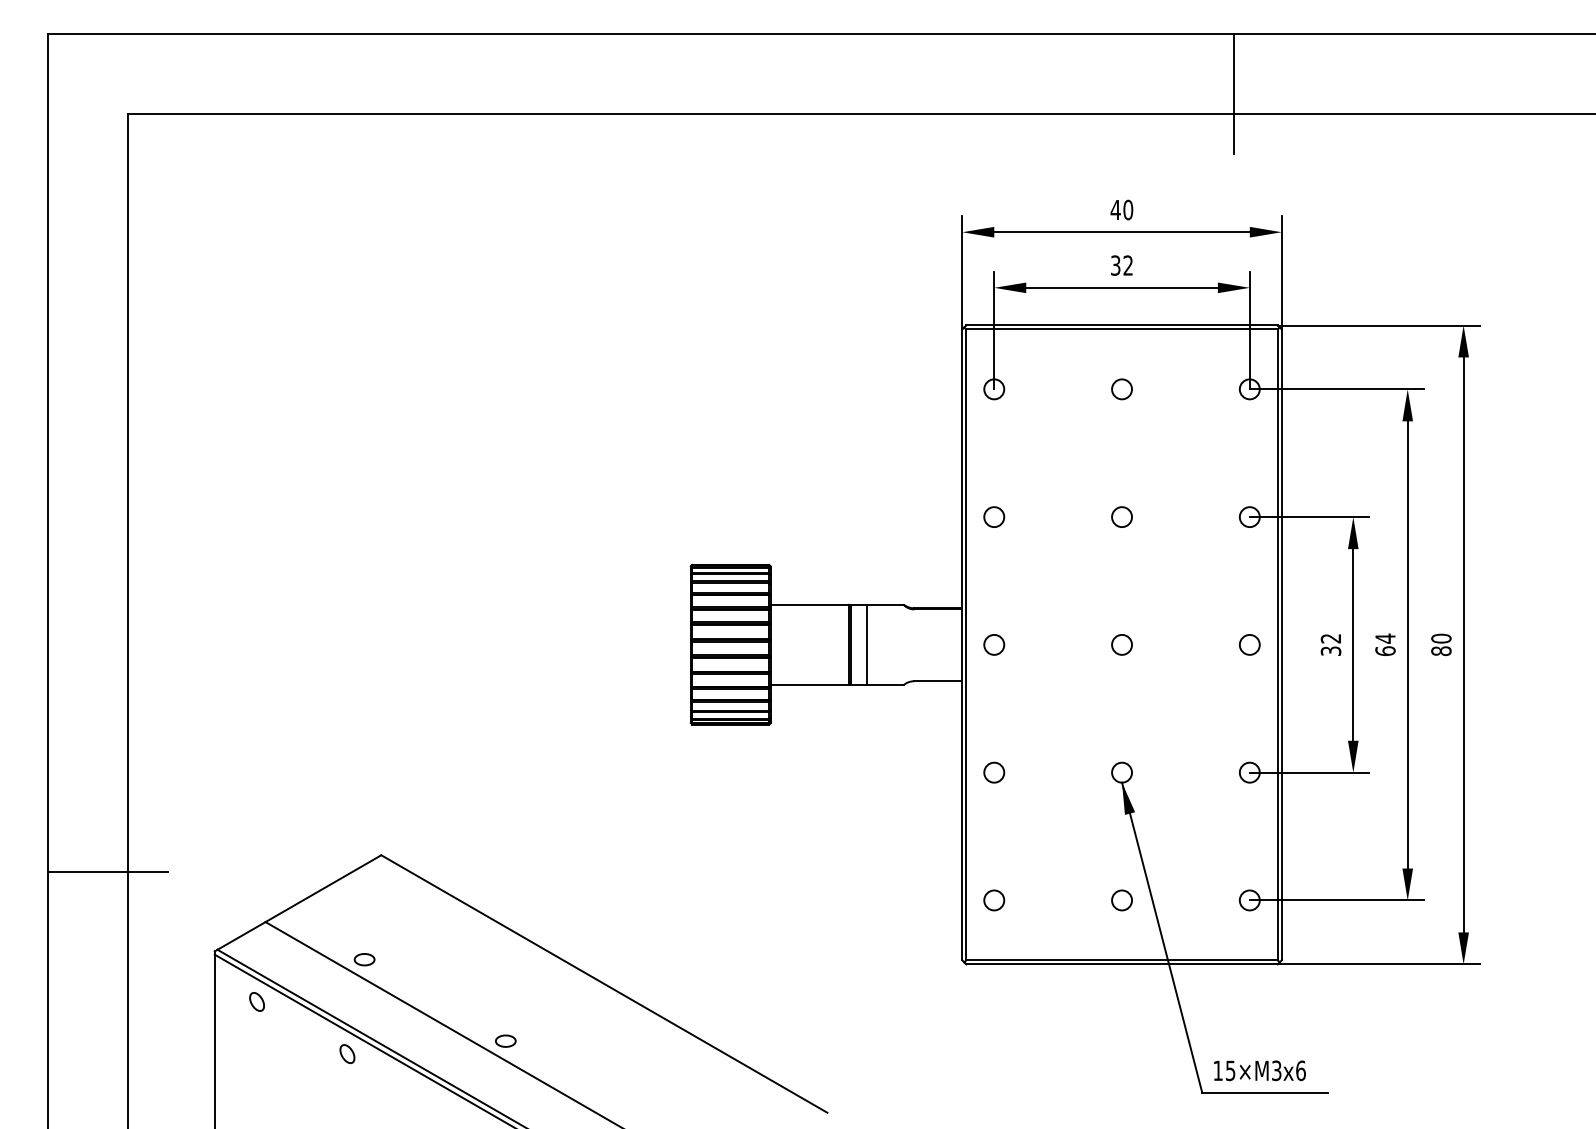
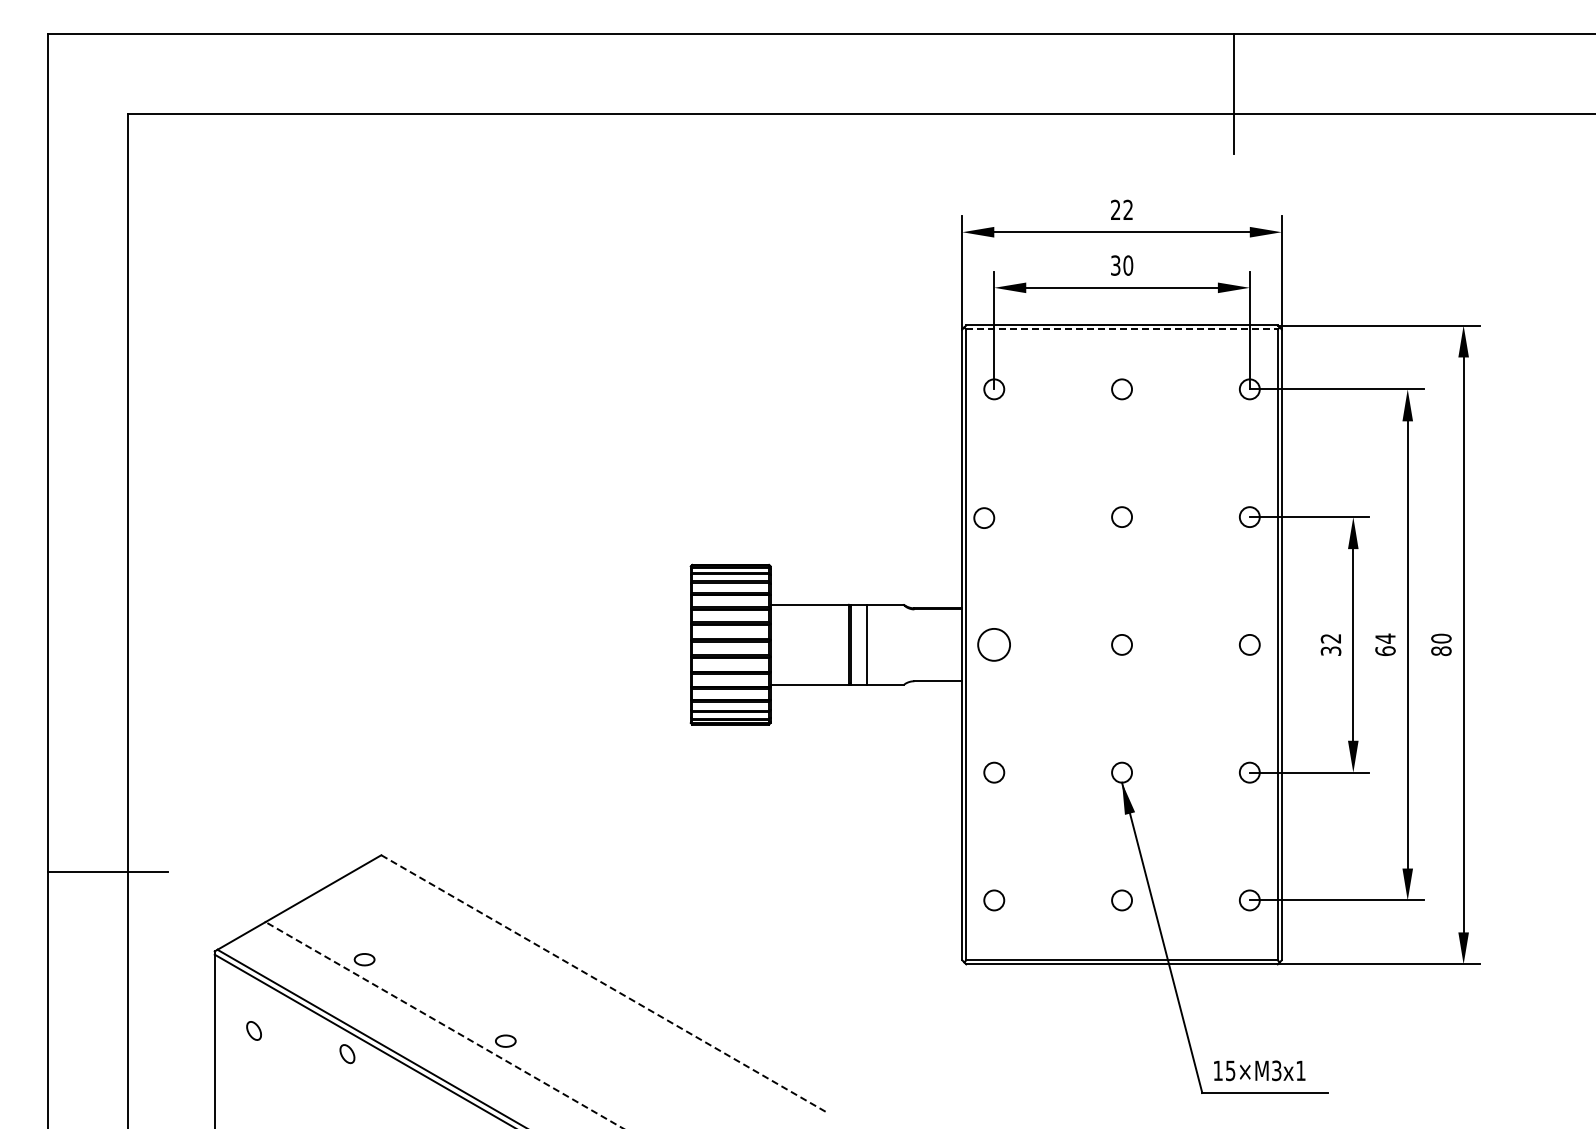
text at (1121, 209): 40 -> 22
text at (1128, 265): 32 -> 30
line at (1122, 329): solid -> dashed
circle at (994, 516) position: (994, 516) -> (984, 517)
circle at (994, 644) size: 23x22 px -> 34x34 px
line at (604, 984): solid -> dashed
part at (256, 1001) position: (256, 1001) -> (253, 1030)
line at (444, 1025): solid -> dashed
text at (1300, 1070): 6 -> 1
